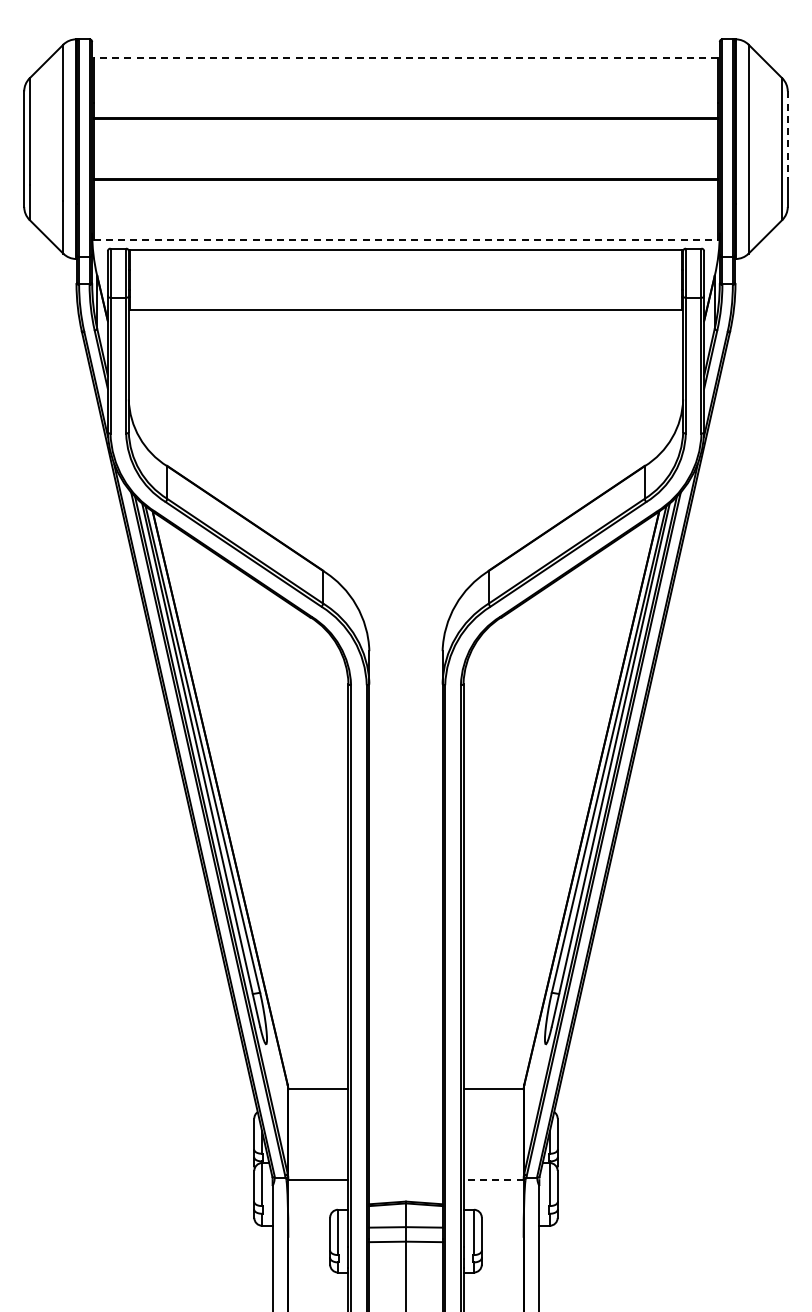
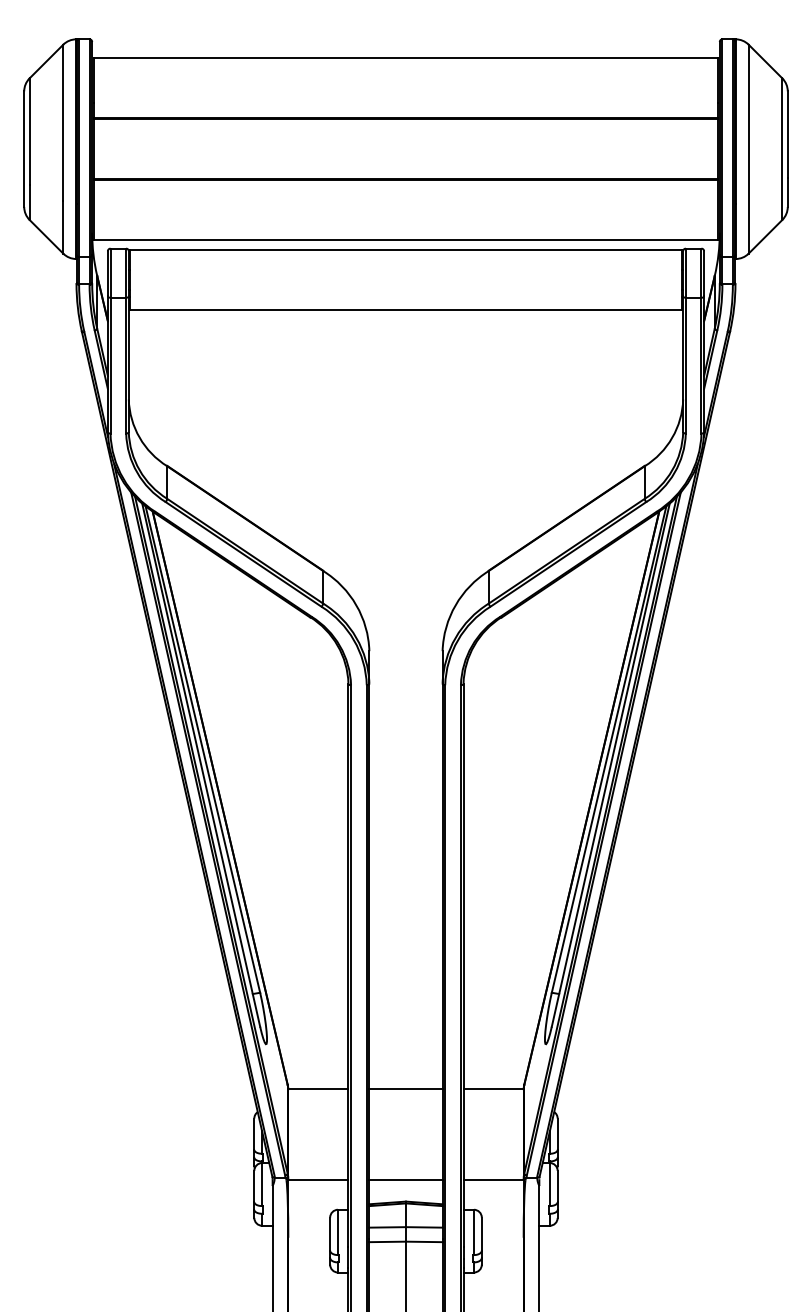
line at (405, 57): dashed -> solid
line at (787, 135): dashed -> solid
line at (406, 240): dashed -> solid
line at (405, 1088): none -> present
line at (405, 1180): none -> present
line at (493, 1180): dashed -> solid
